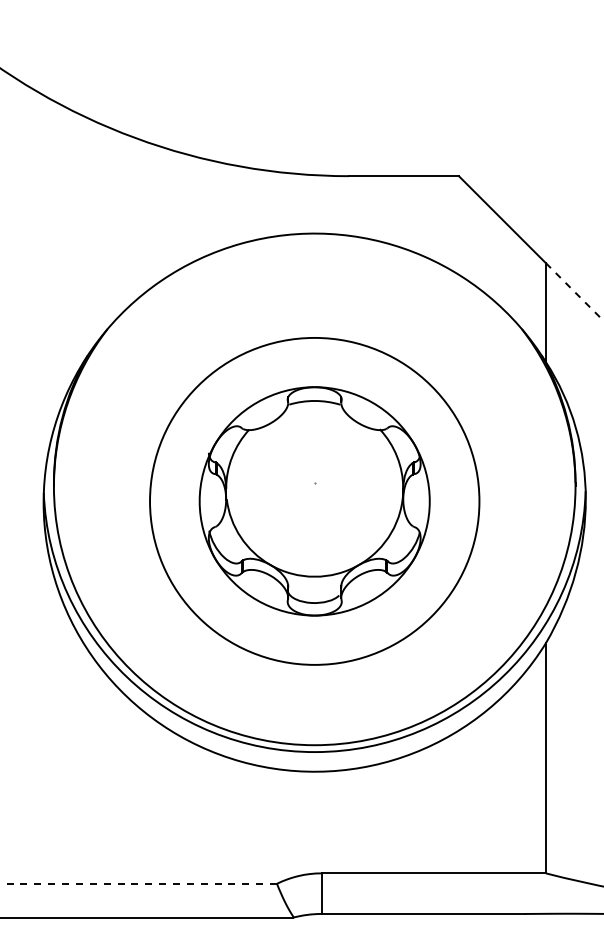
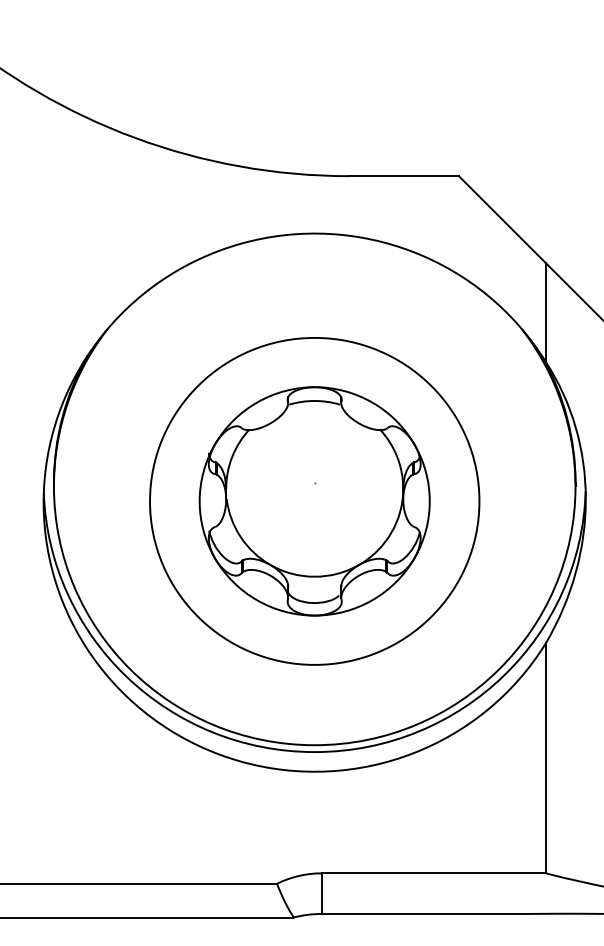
line at (574, 292): dashed -> solid
line at (138, 883): dashed -> solid
